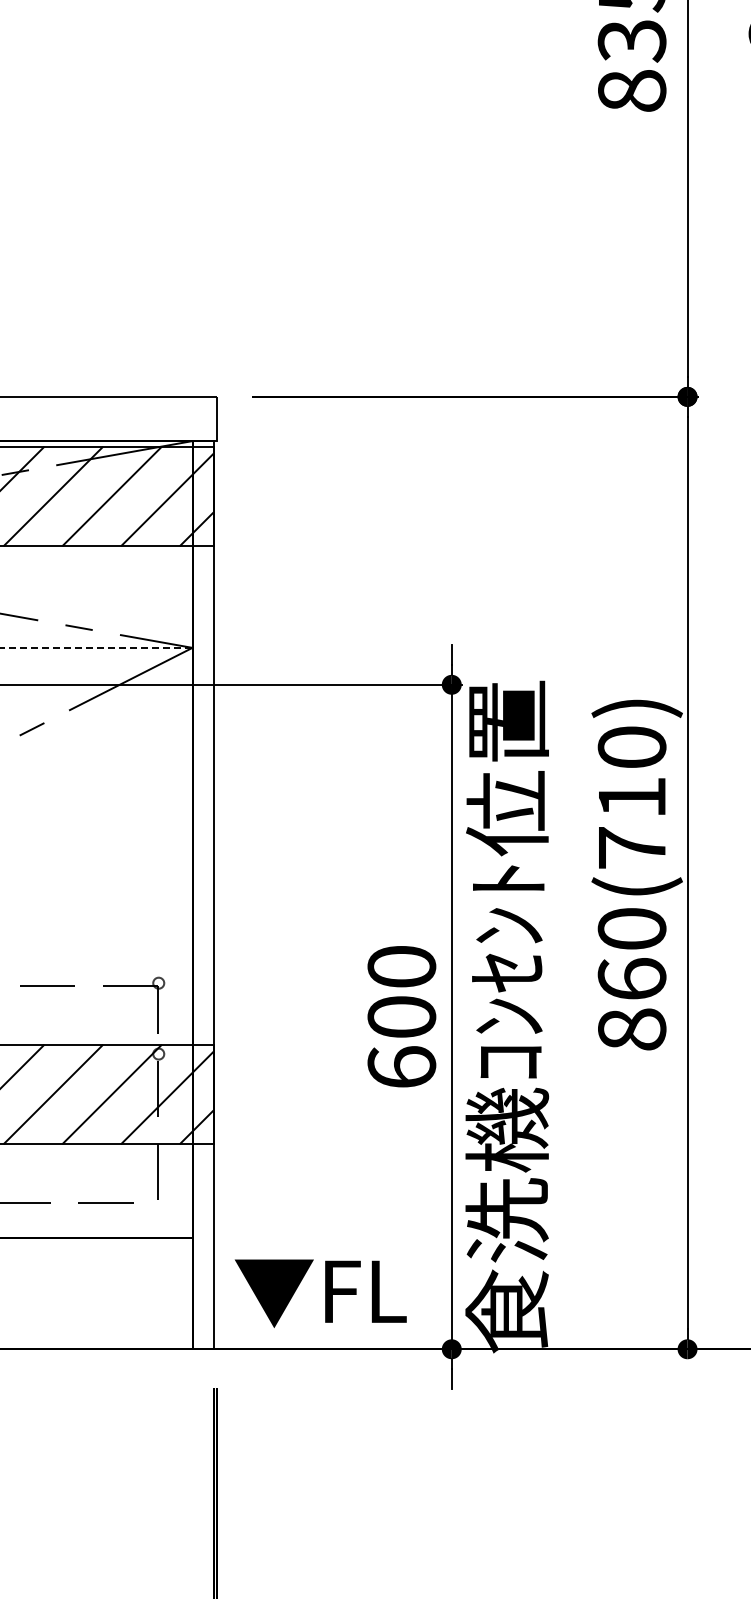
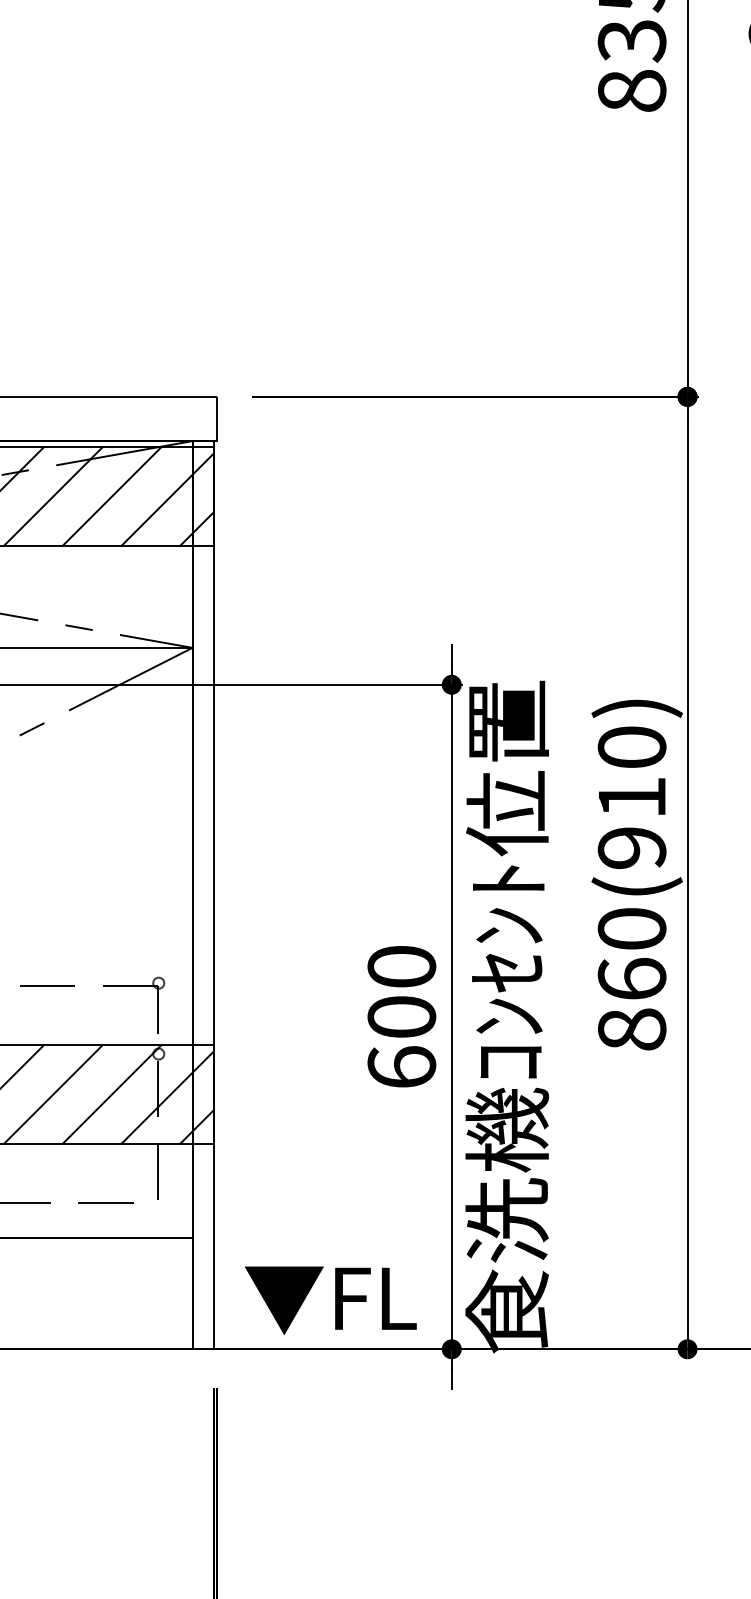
line at (96, 647): dashed -> solid
text at (631, 847): 860(710) -> 860(910)
text at (320, 1293) position: (320, 1293) -> (330, 1300)
